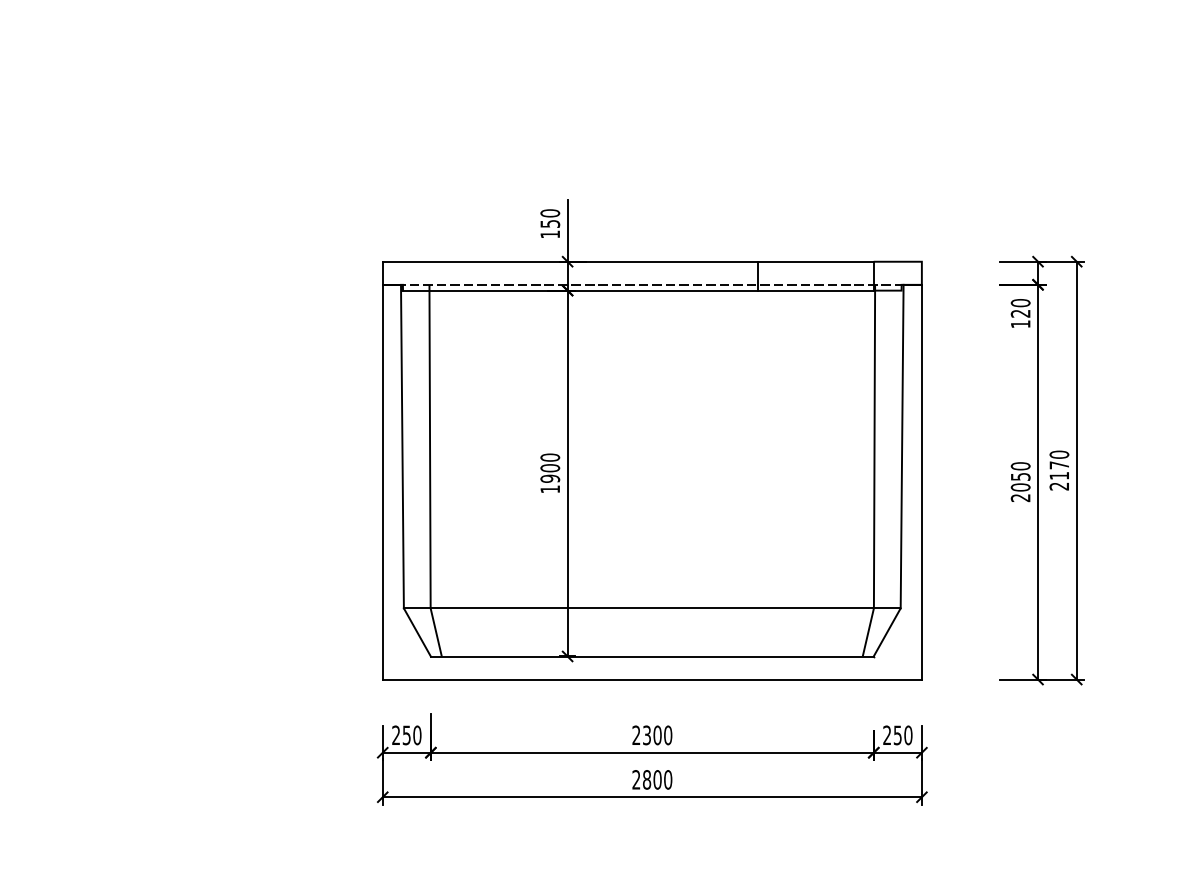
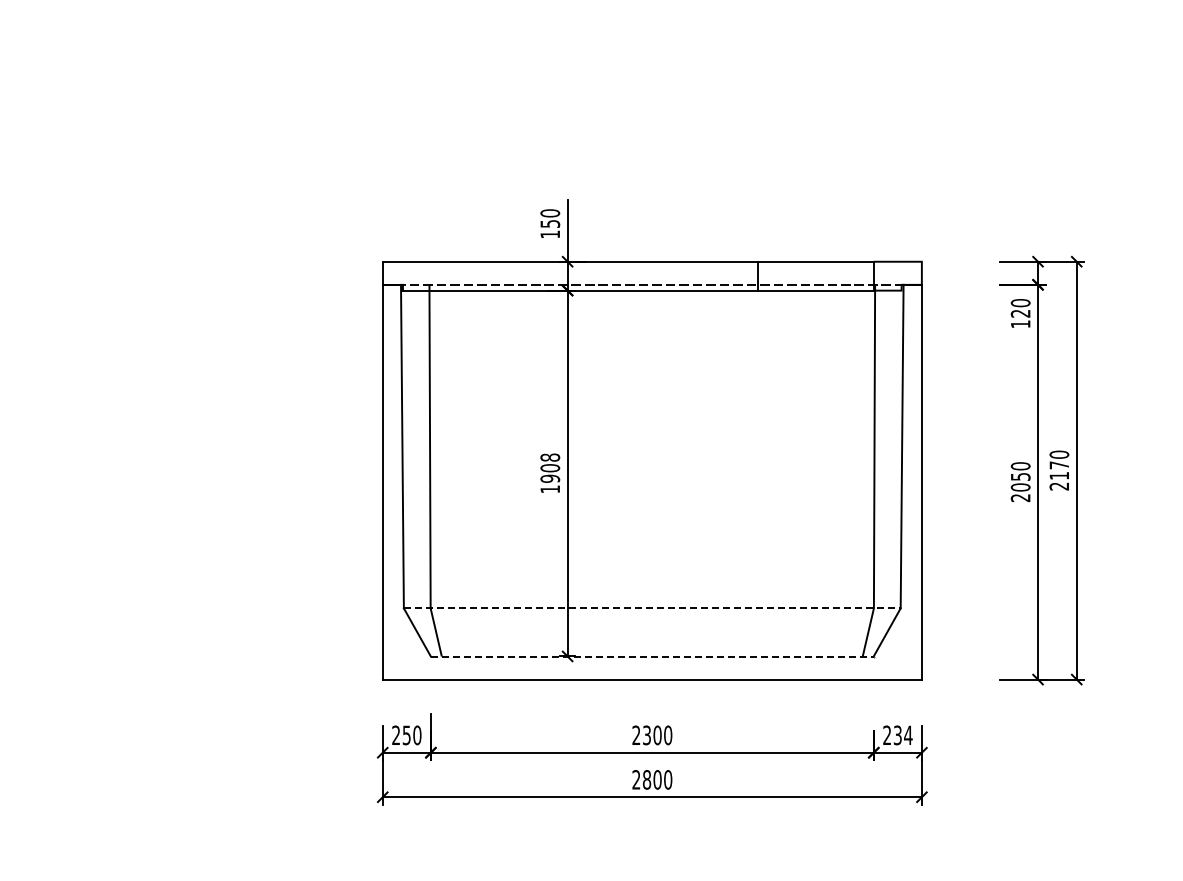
text at (549, 457): 1900 -> 1908
line at (652, 608): solid -> dashed
line at (652, 656): solid -> dashed
text at (903, 735): 250 -> 234
